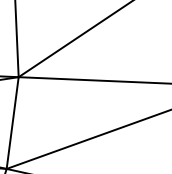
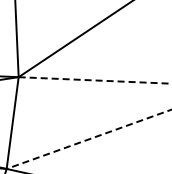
line at (95, 80): solid -> dashed
line at (88, 139): solid -> dashed
